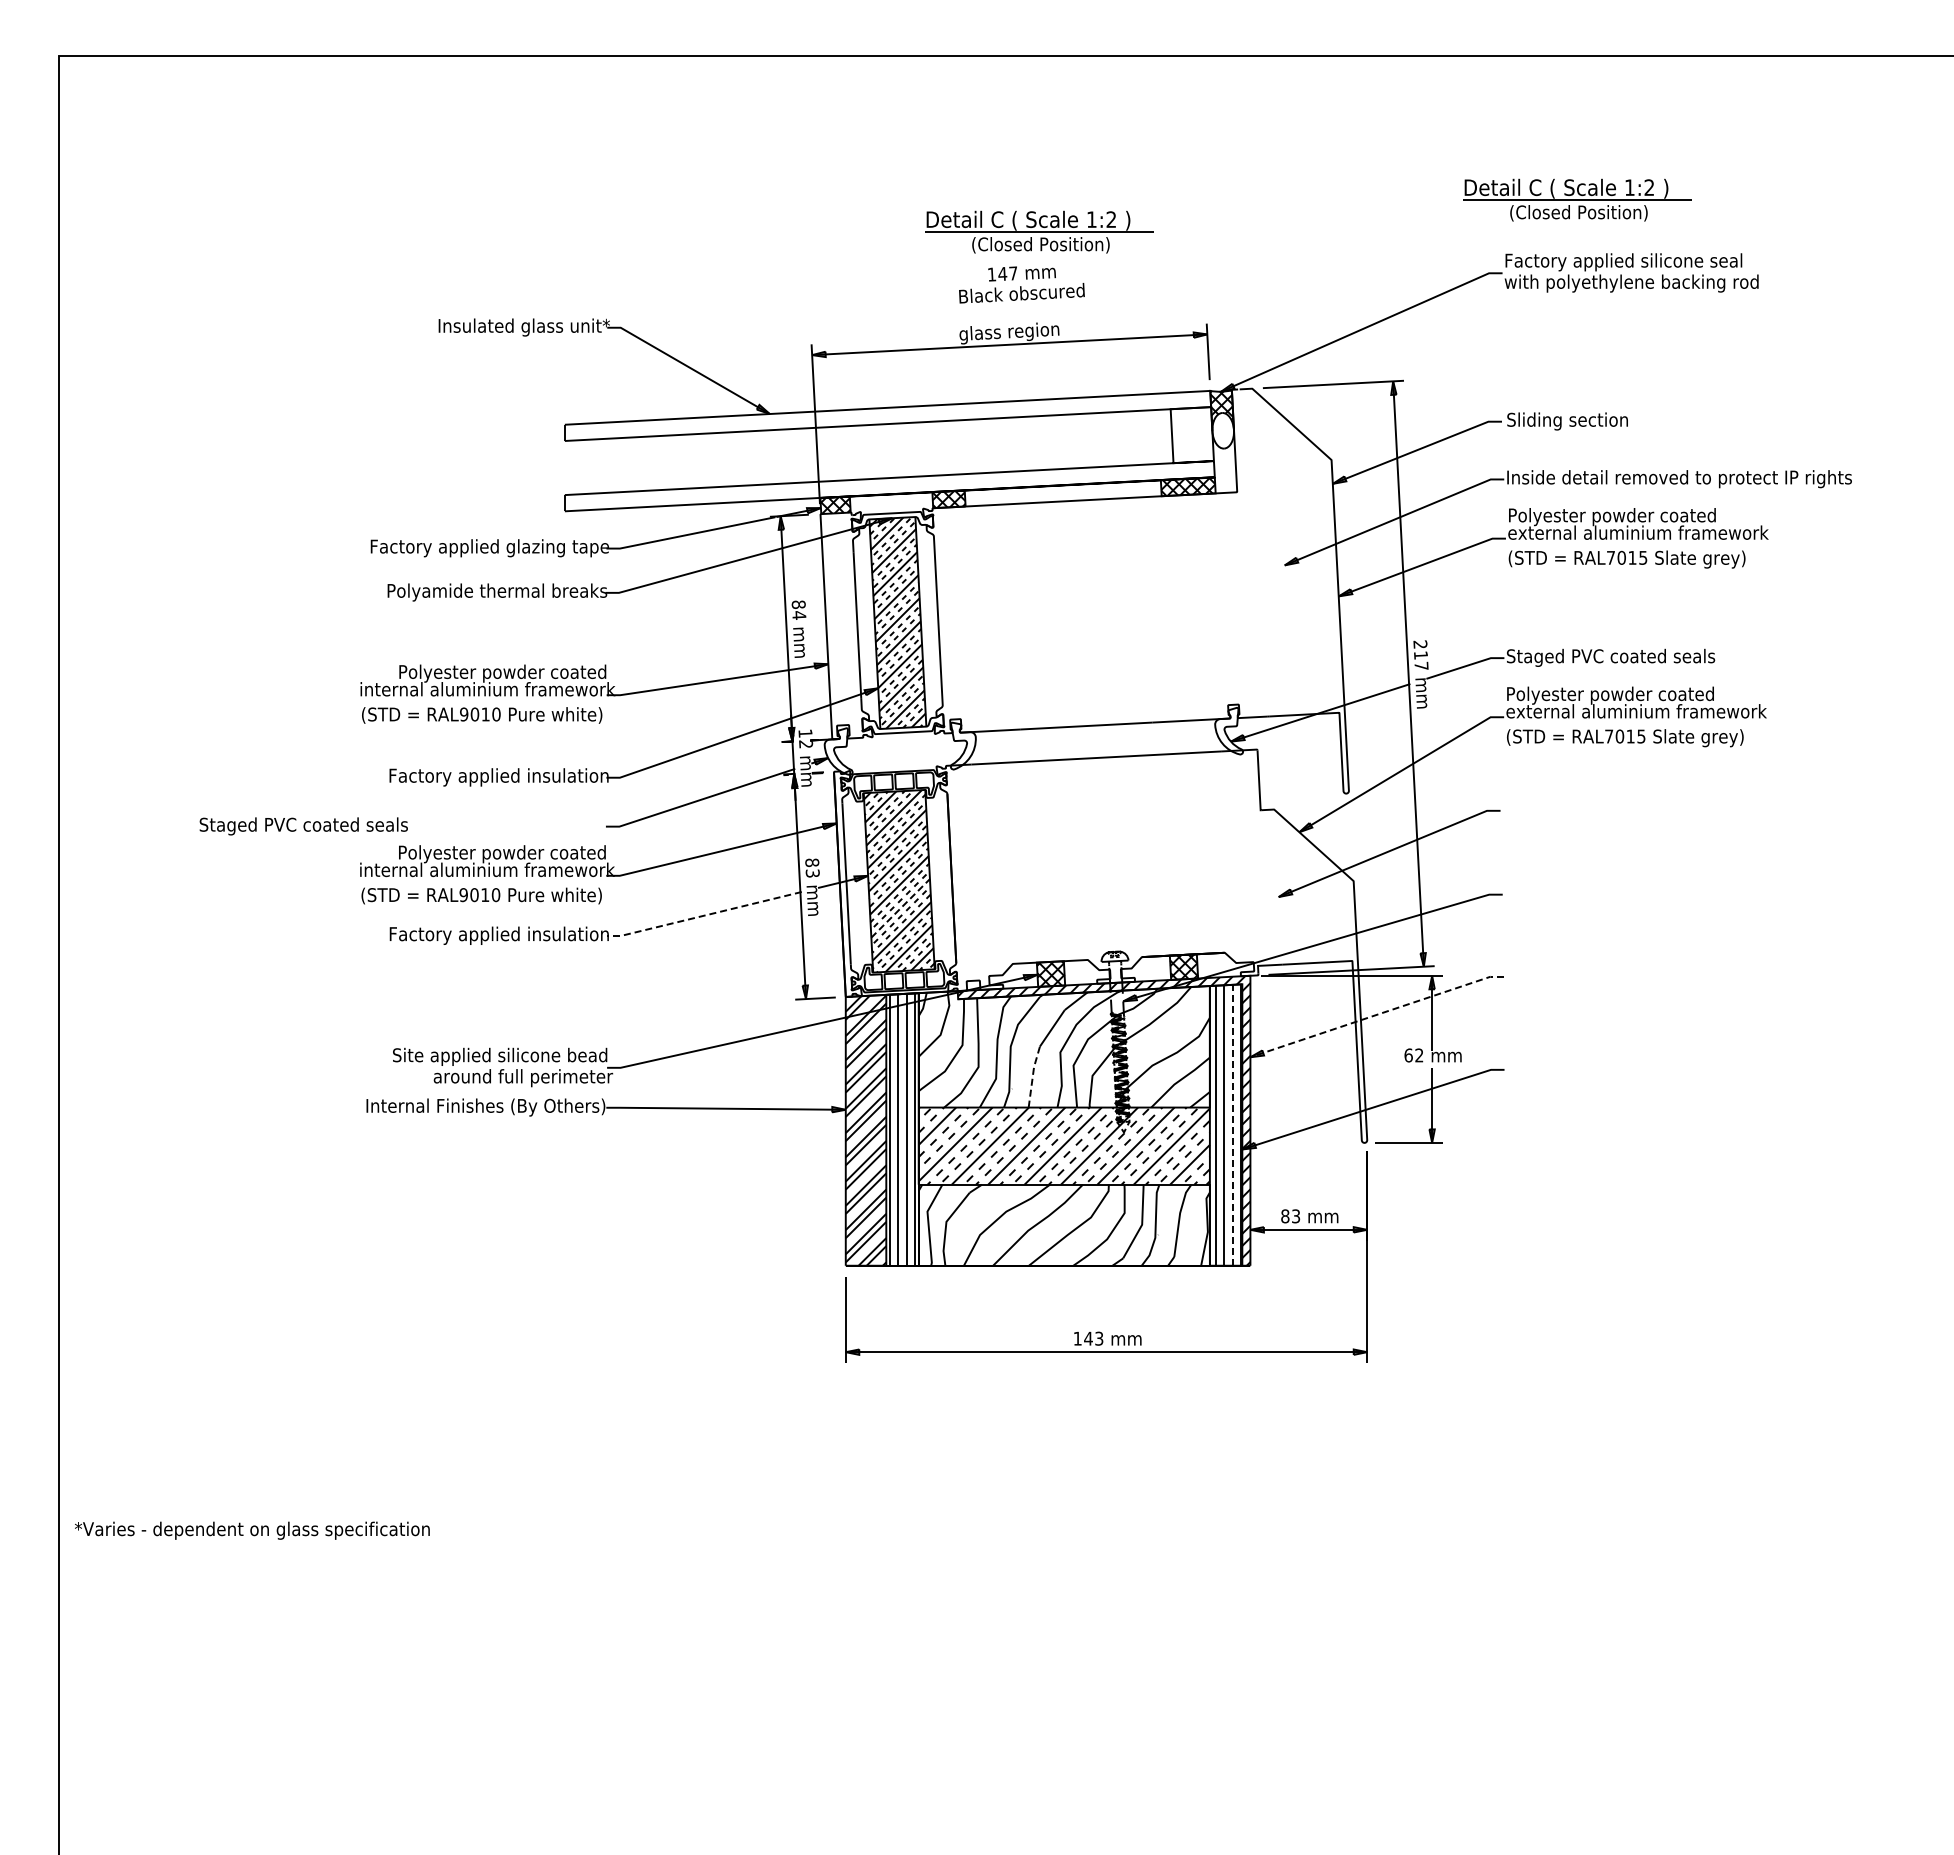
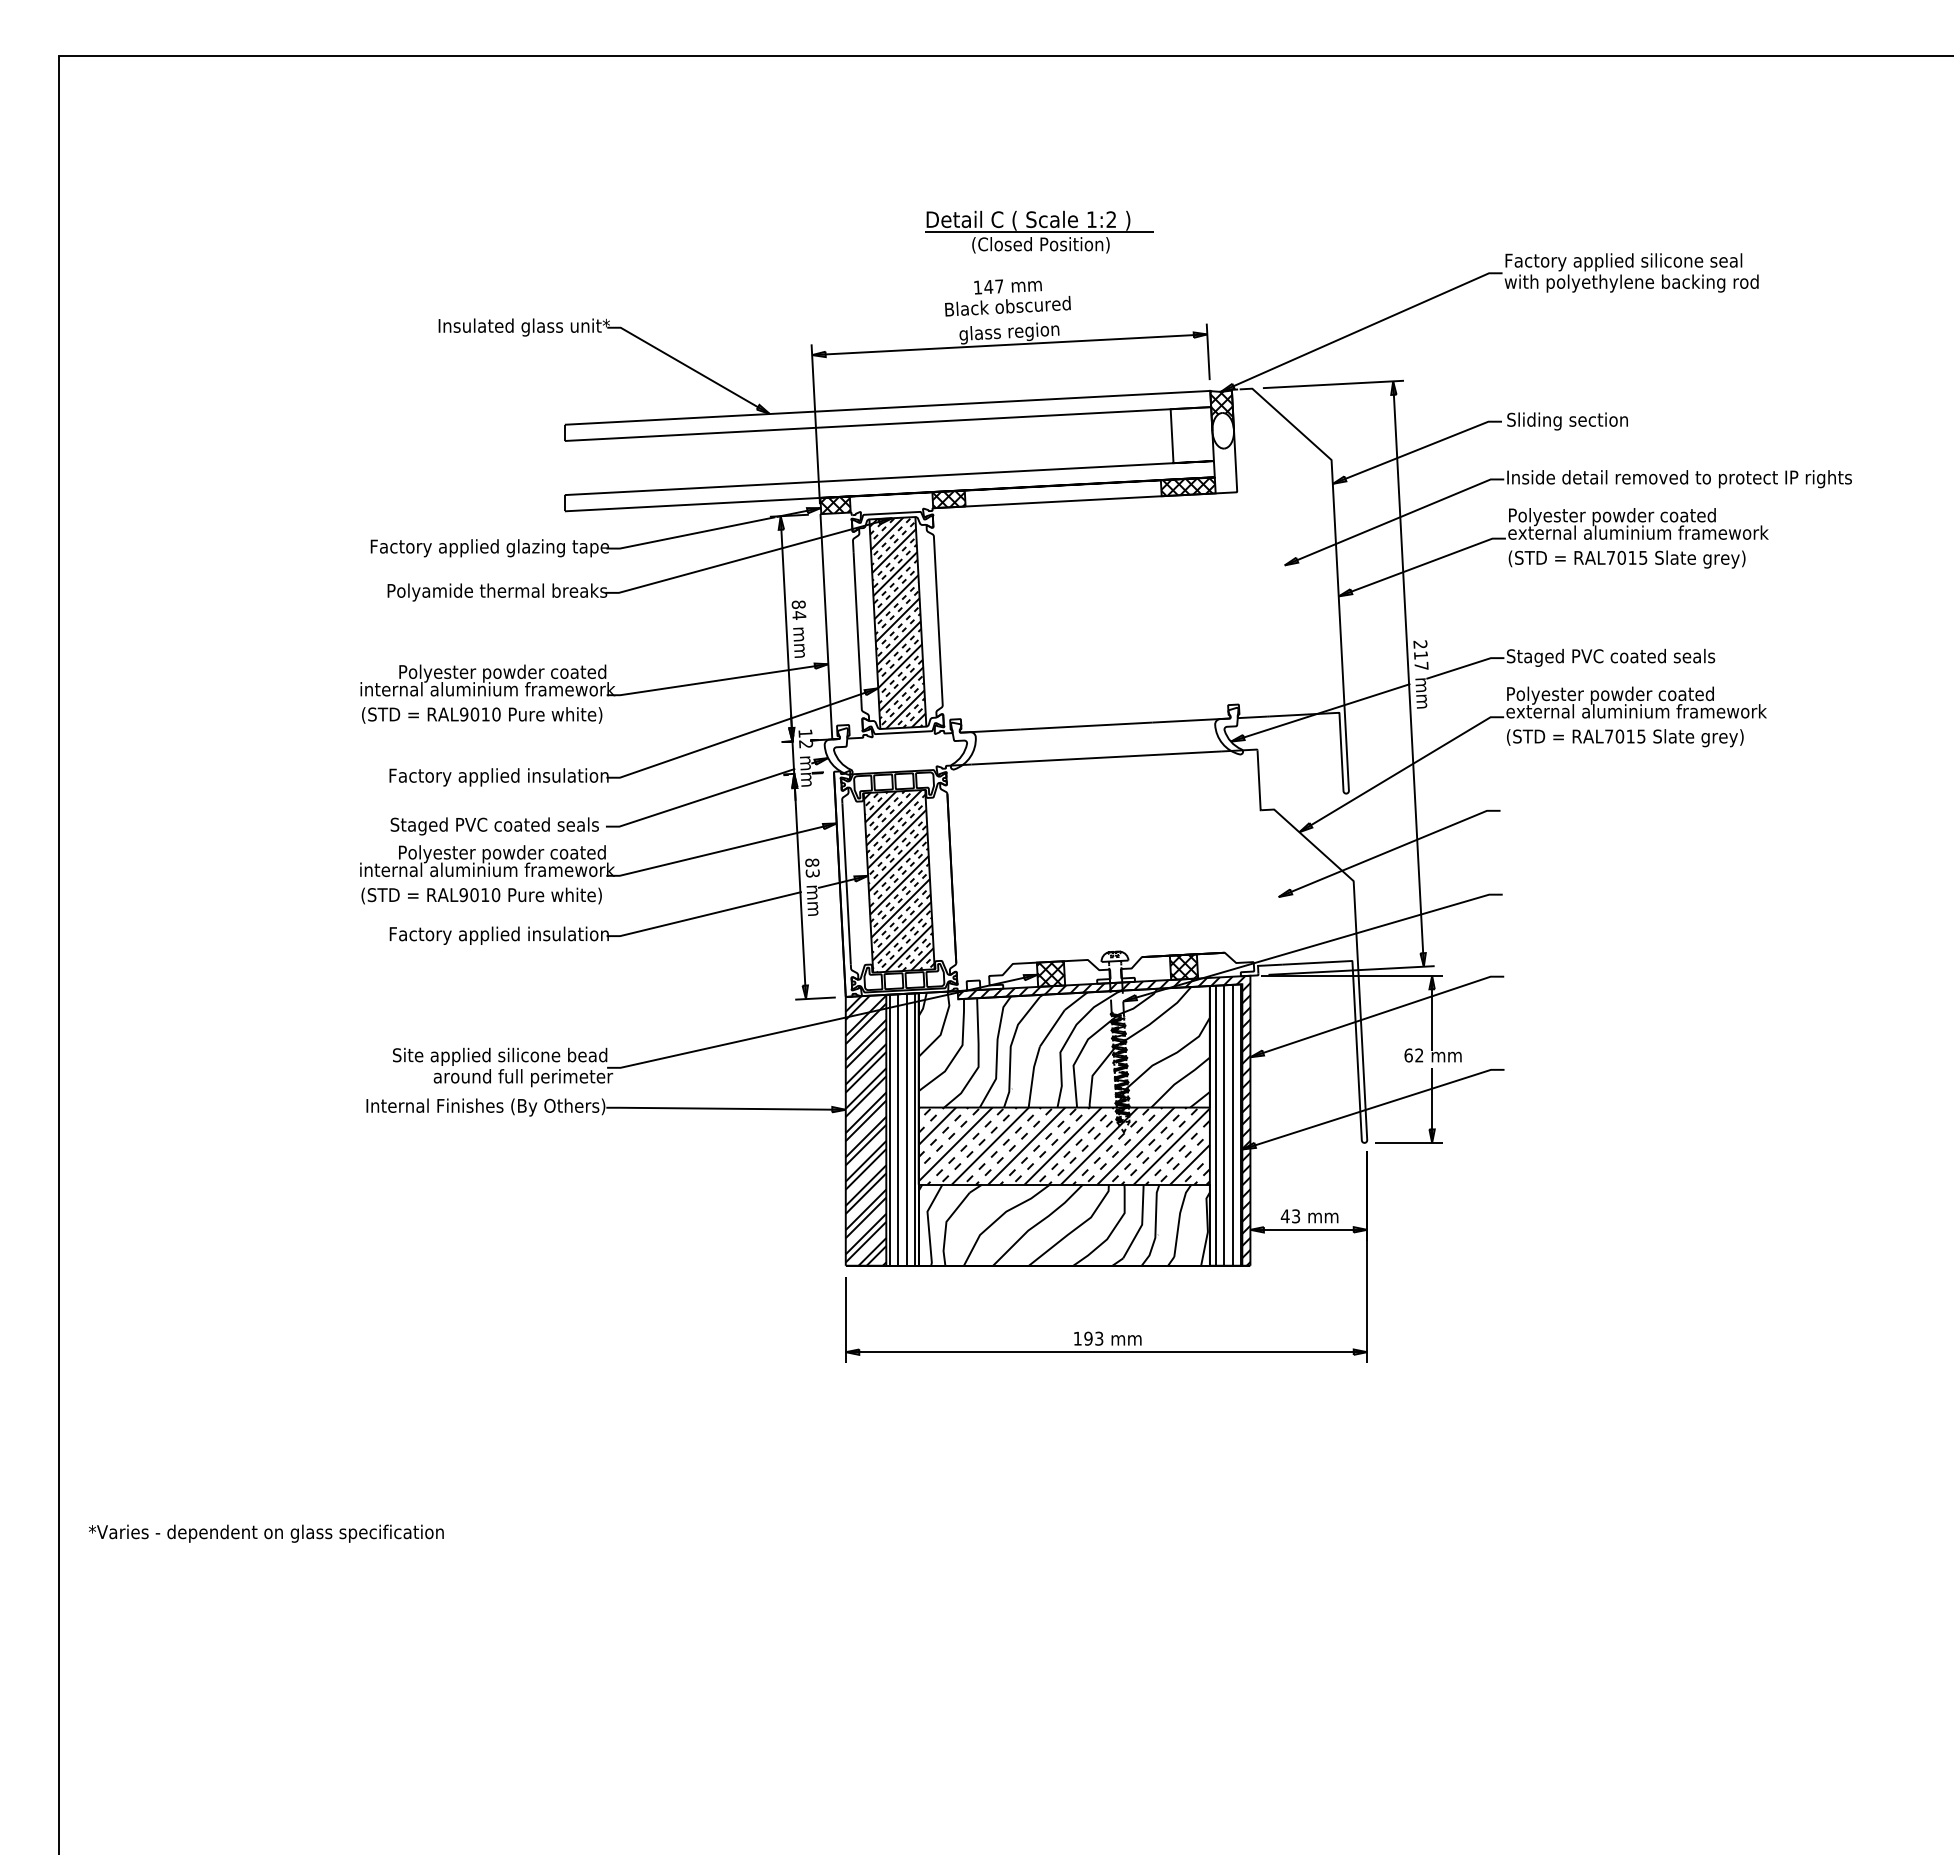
part at (1577, 199): present -> none
text at (1021, 284) position: (1021, 284) -> (1007, 297)
text at (303, 826) position: (303, 826) -> (494, 826)
line at (901, 908): dashed -> solid
line at (703, 915): dashed -> solid
line at (1376, 1014): dashed -> solid
line at (1032, 1075): dashed -> solid
line at (1232, 1124): dashed -> solid
text at (1284, 1216): 83 -> 43
text at (1088, 1338): 143 -> 193
text at (252, 1530) position: (252, 1530) -> (266, 1533)
